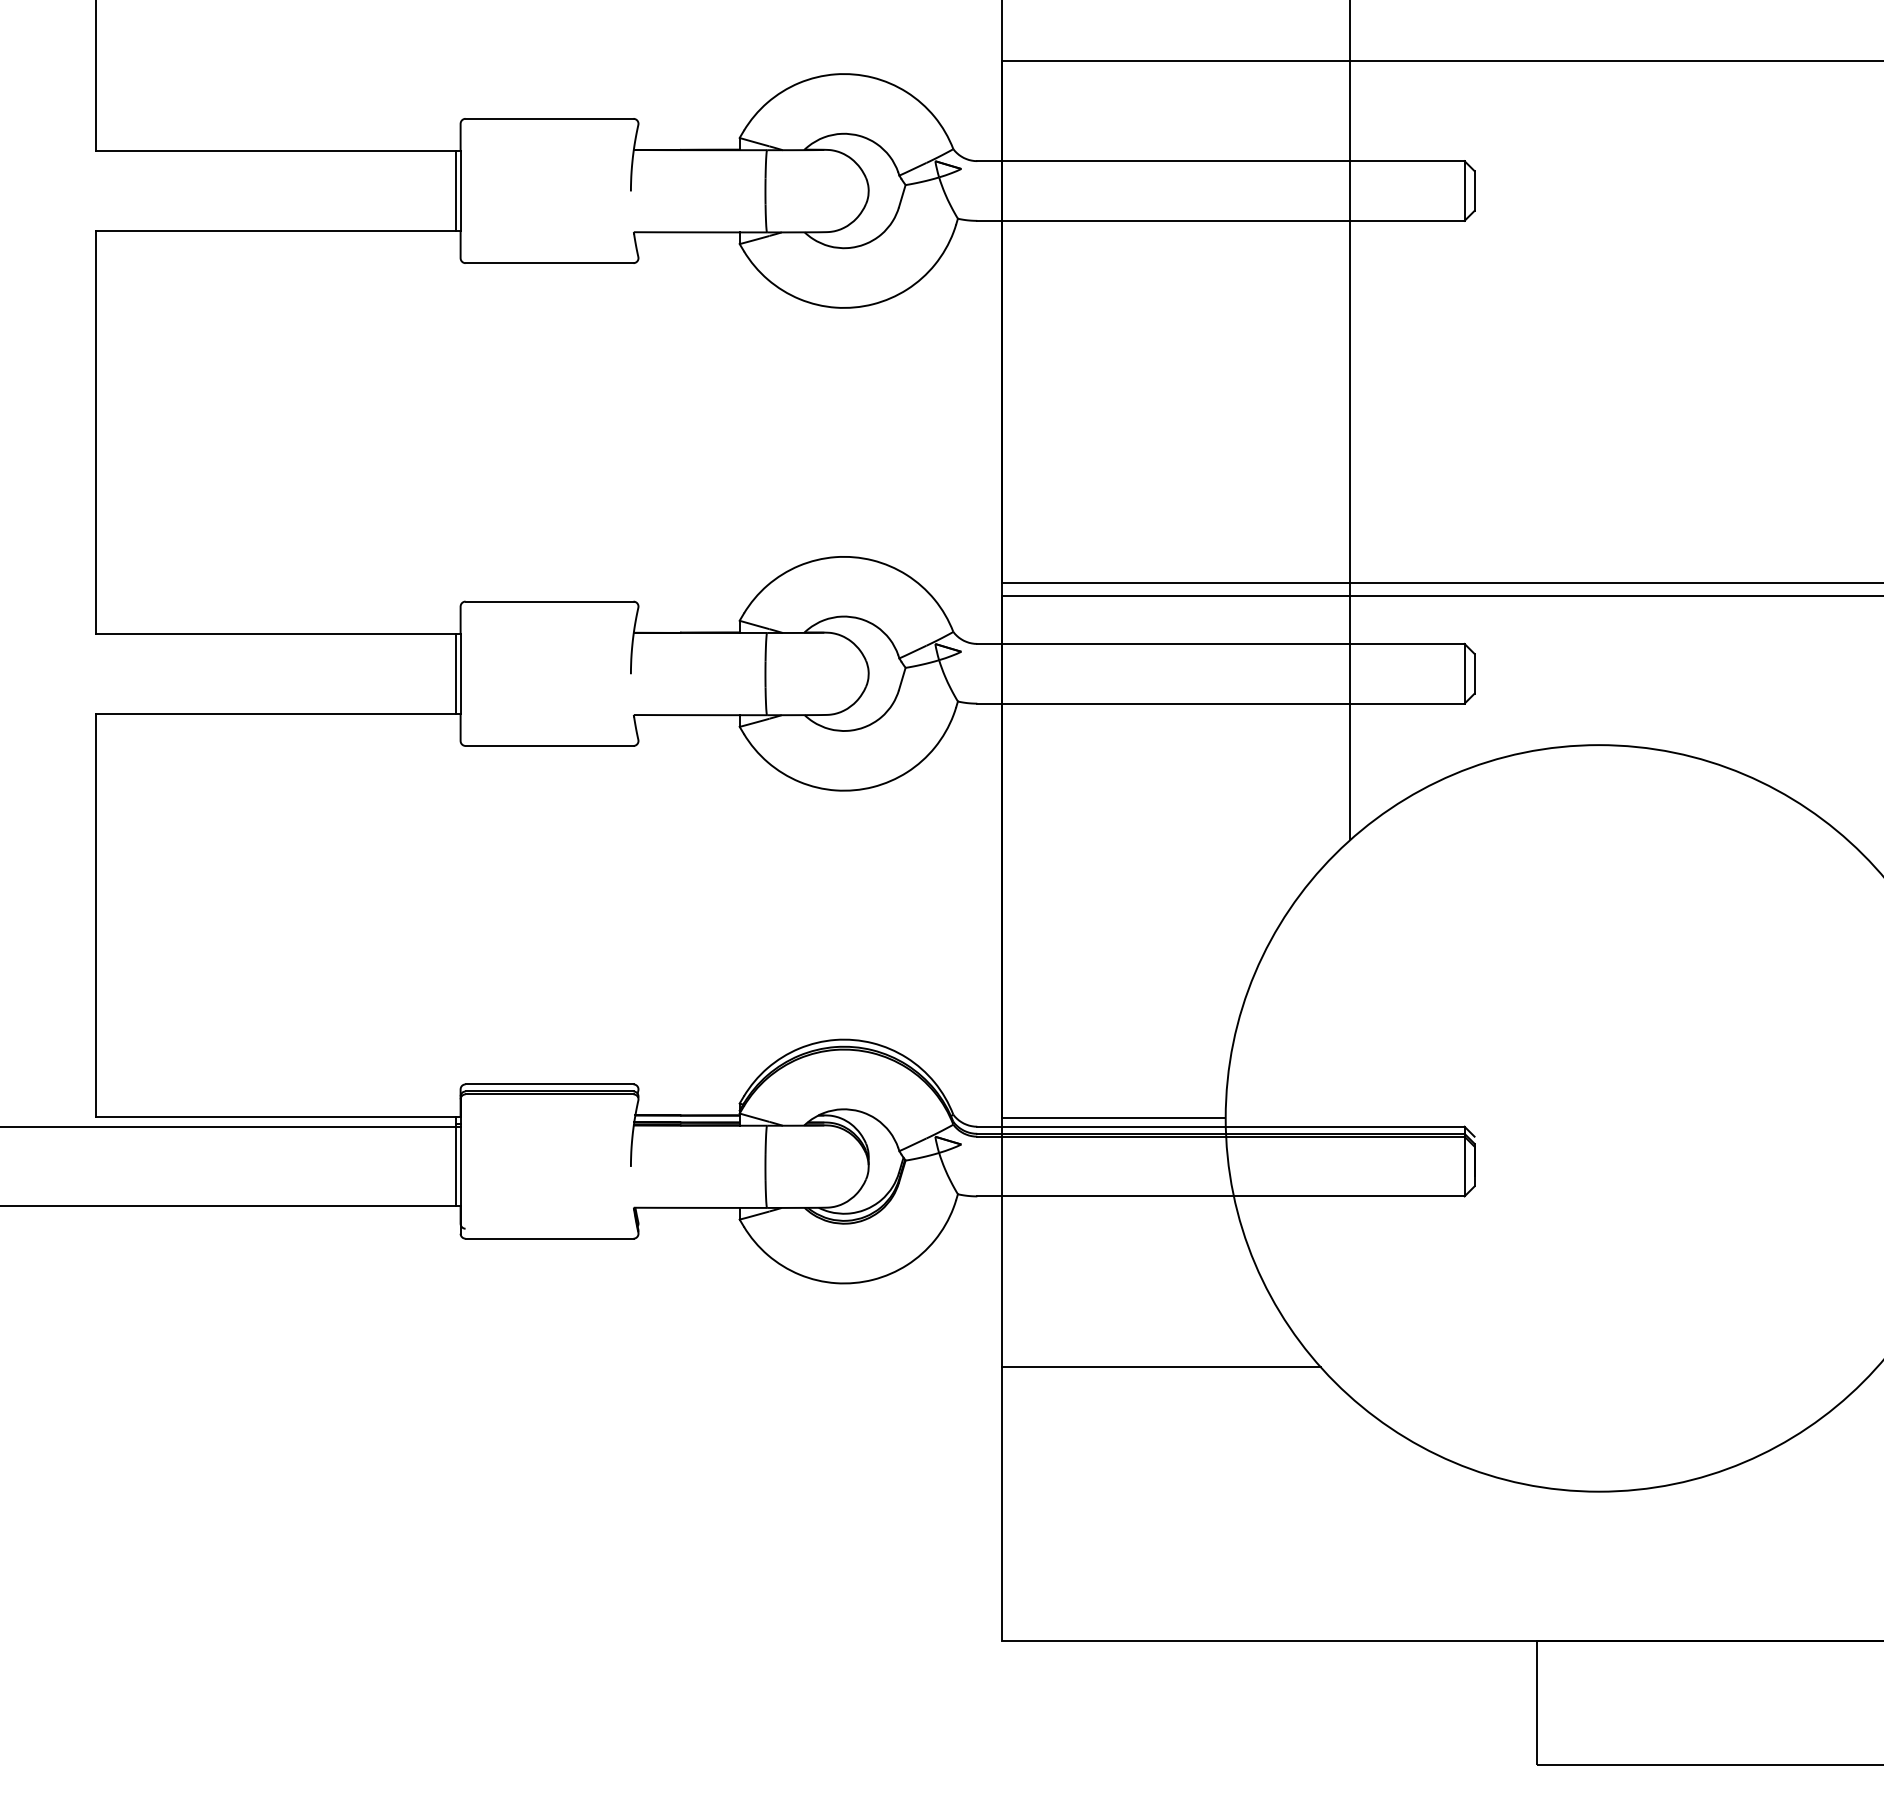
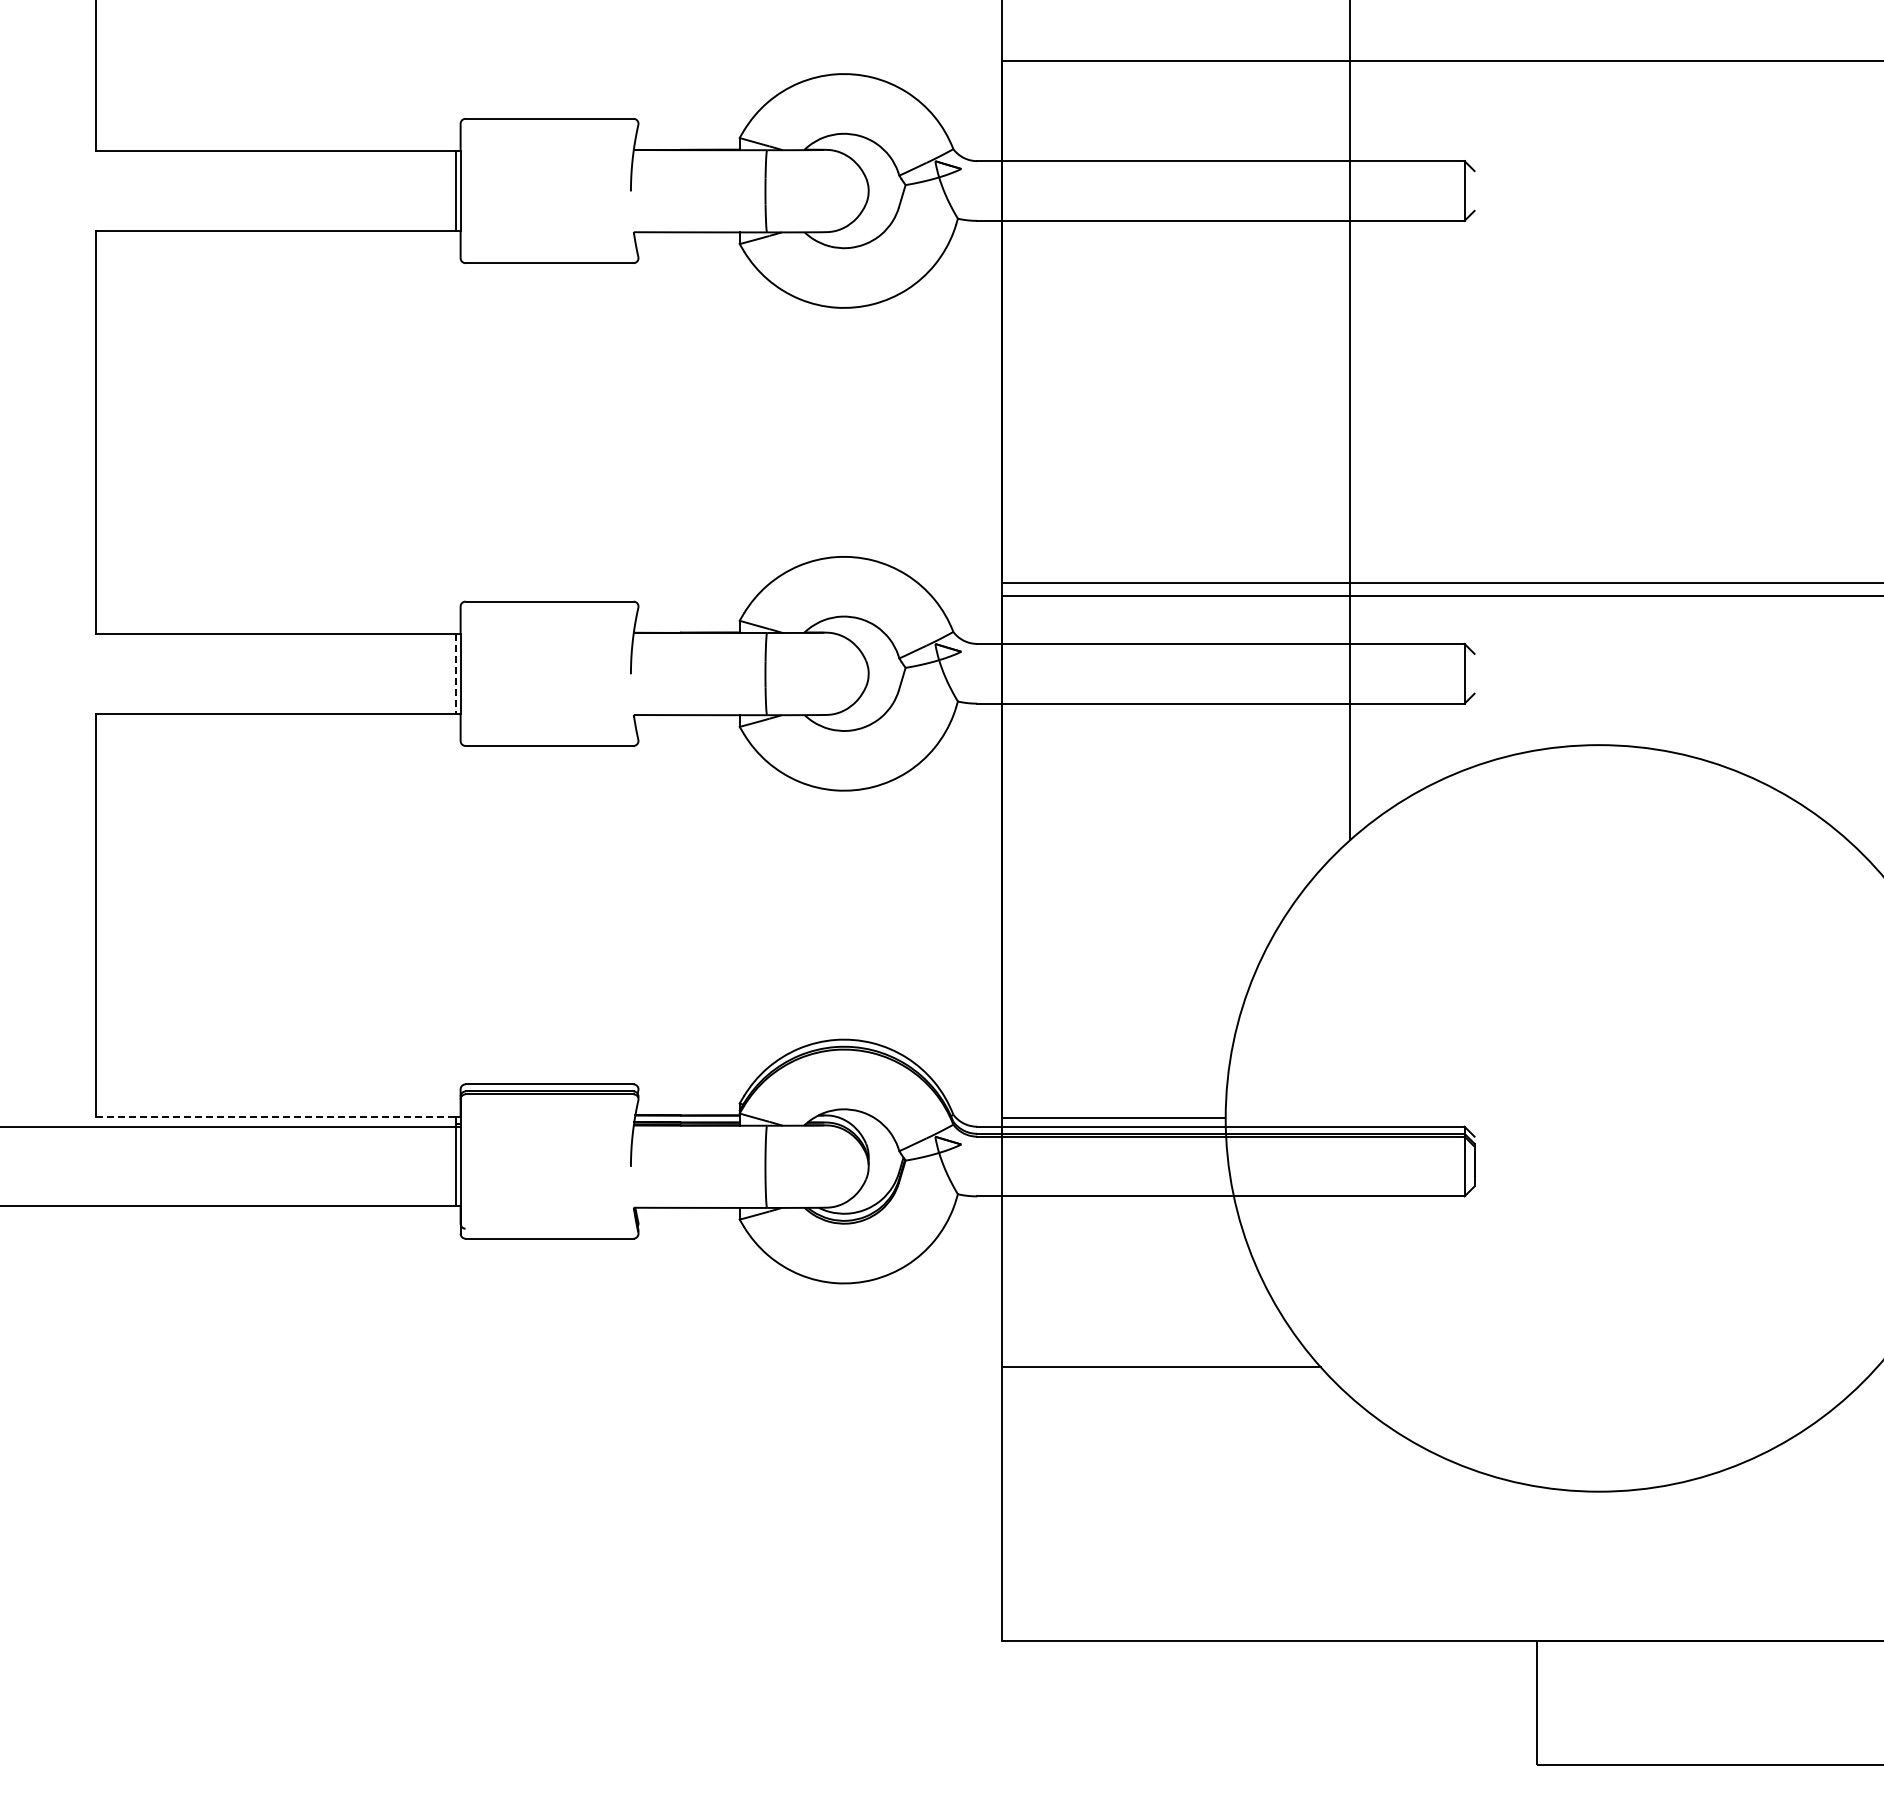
line at (1474, 190): present -> none
line at (455, 673): solid -> dashed
line at (1474, 673): present -> none
line at (275, 1116): solid -> dashed
